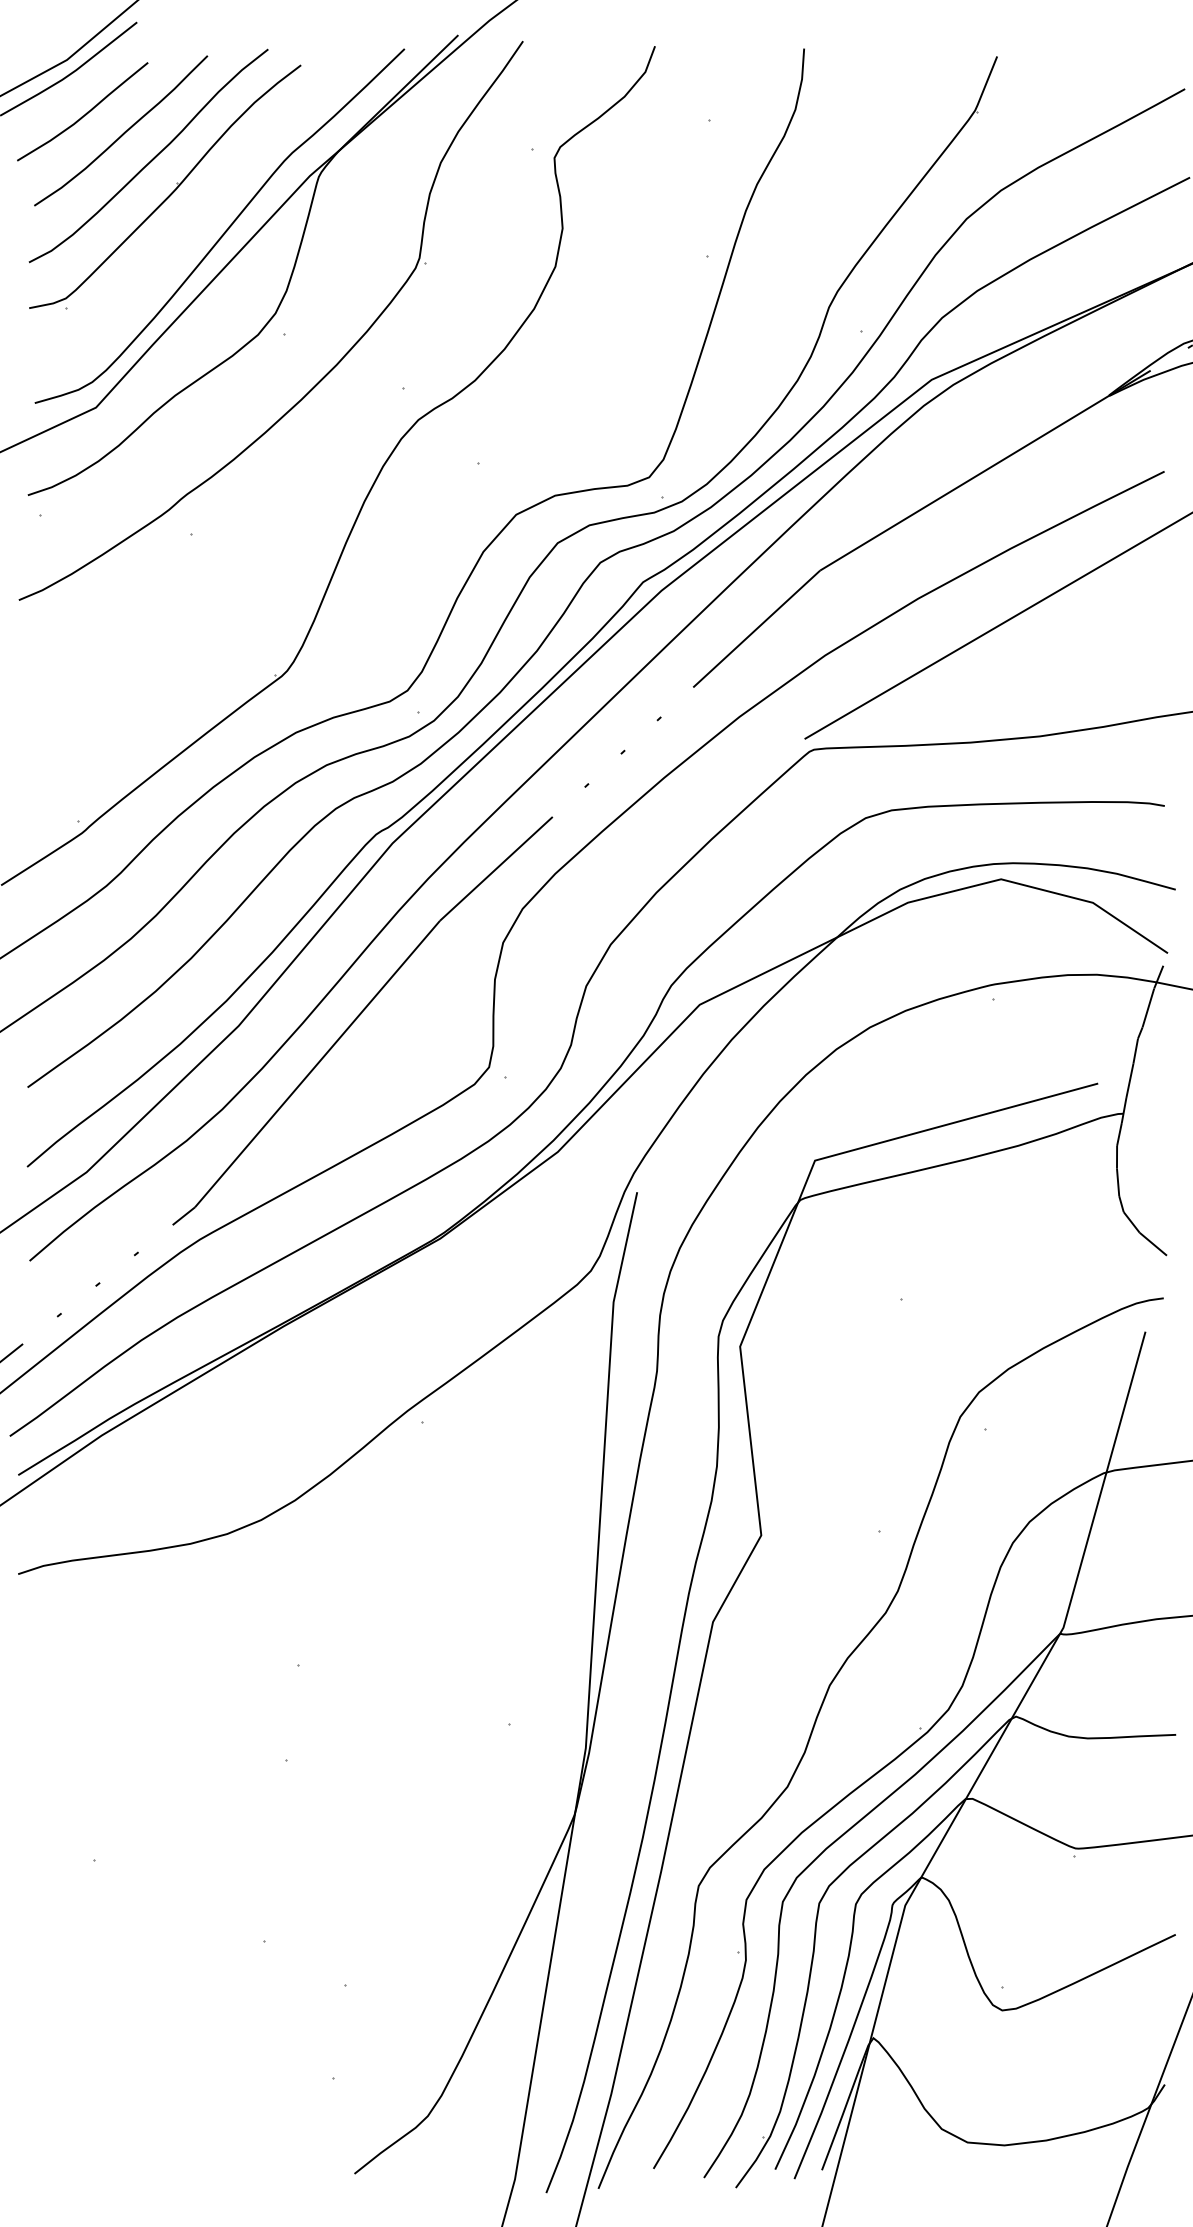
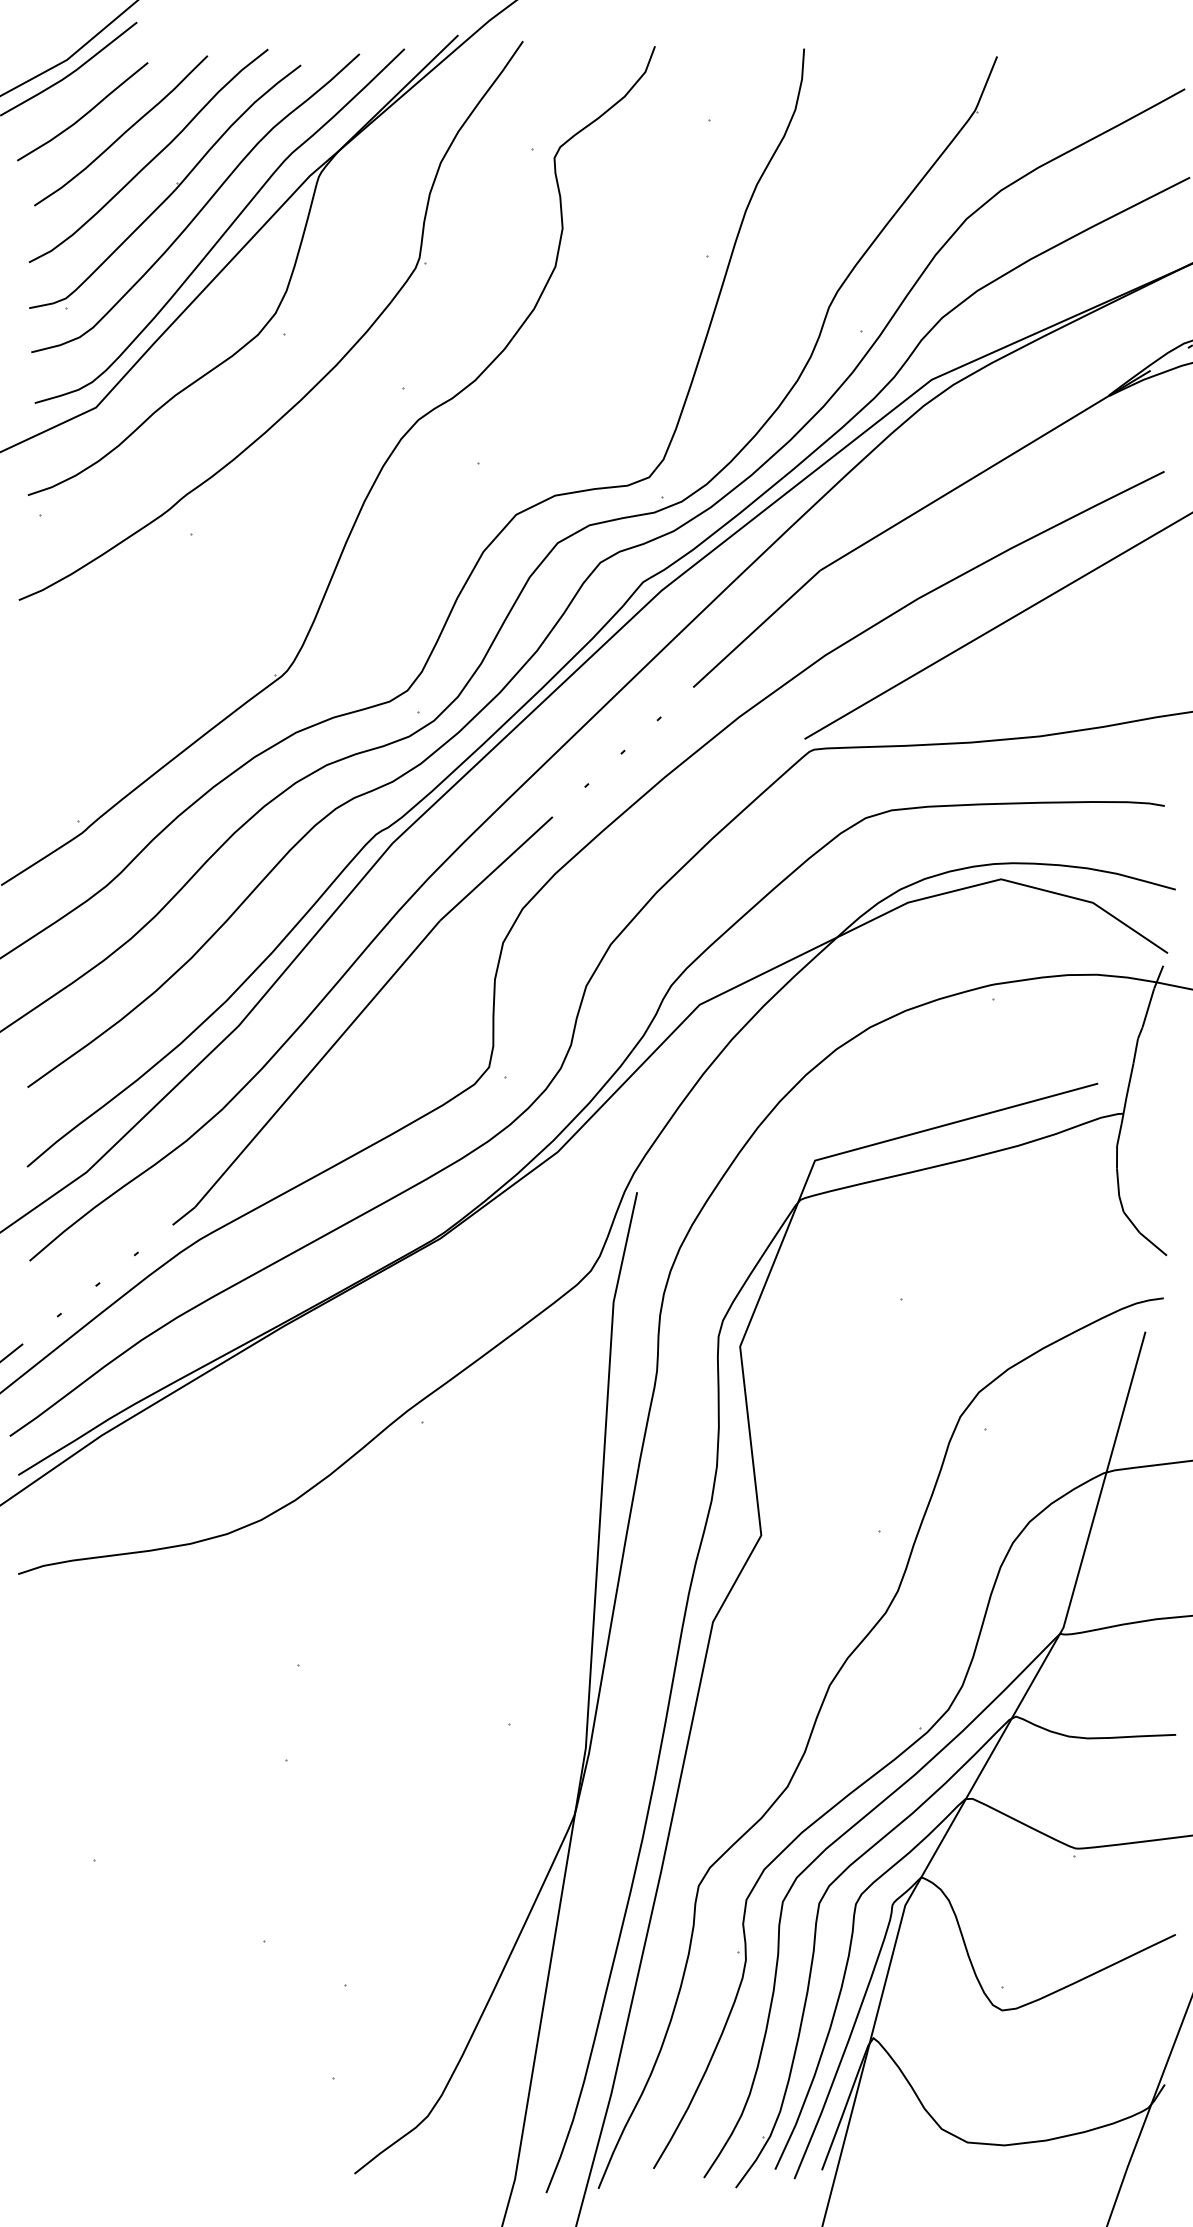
curve at (201, 208): none -> present
